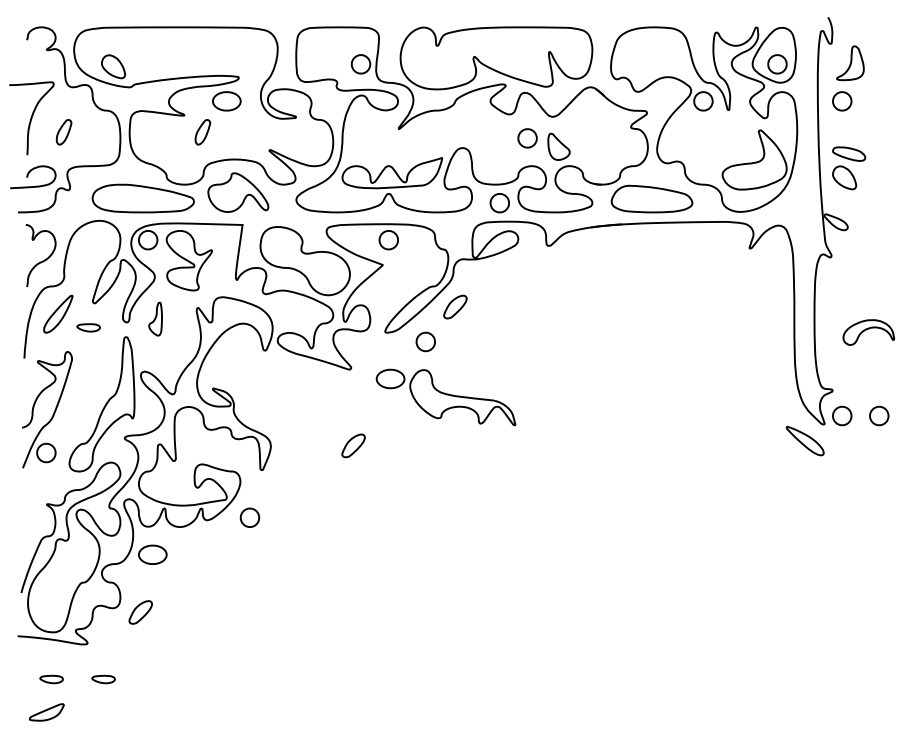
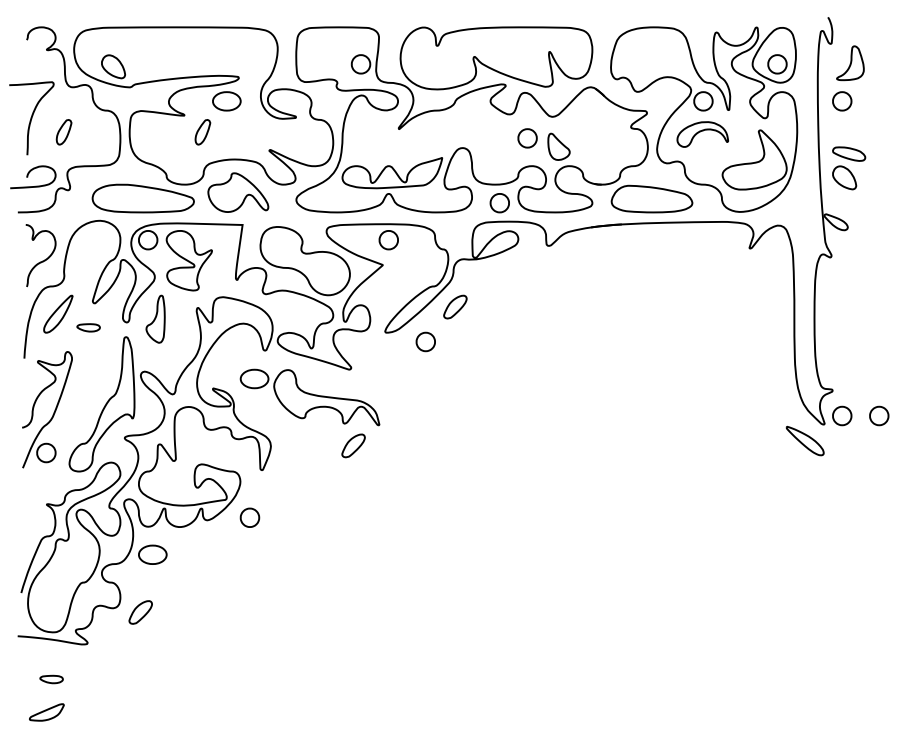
part at (155, 318) size: 15x36 px -> 21x50 px
part at (868, 332) position: (868, 332) -> (702, 134)
part at (445, 397) position: (445, 397) -> (309, 397)
part at (103, 679): present -> none
